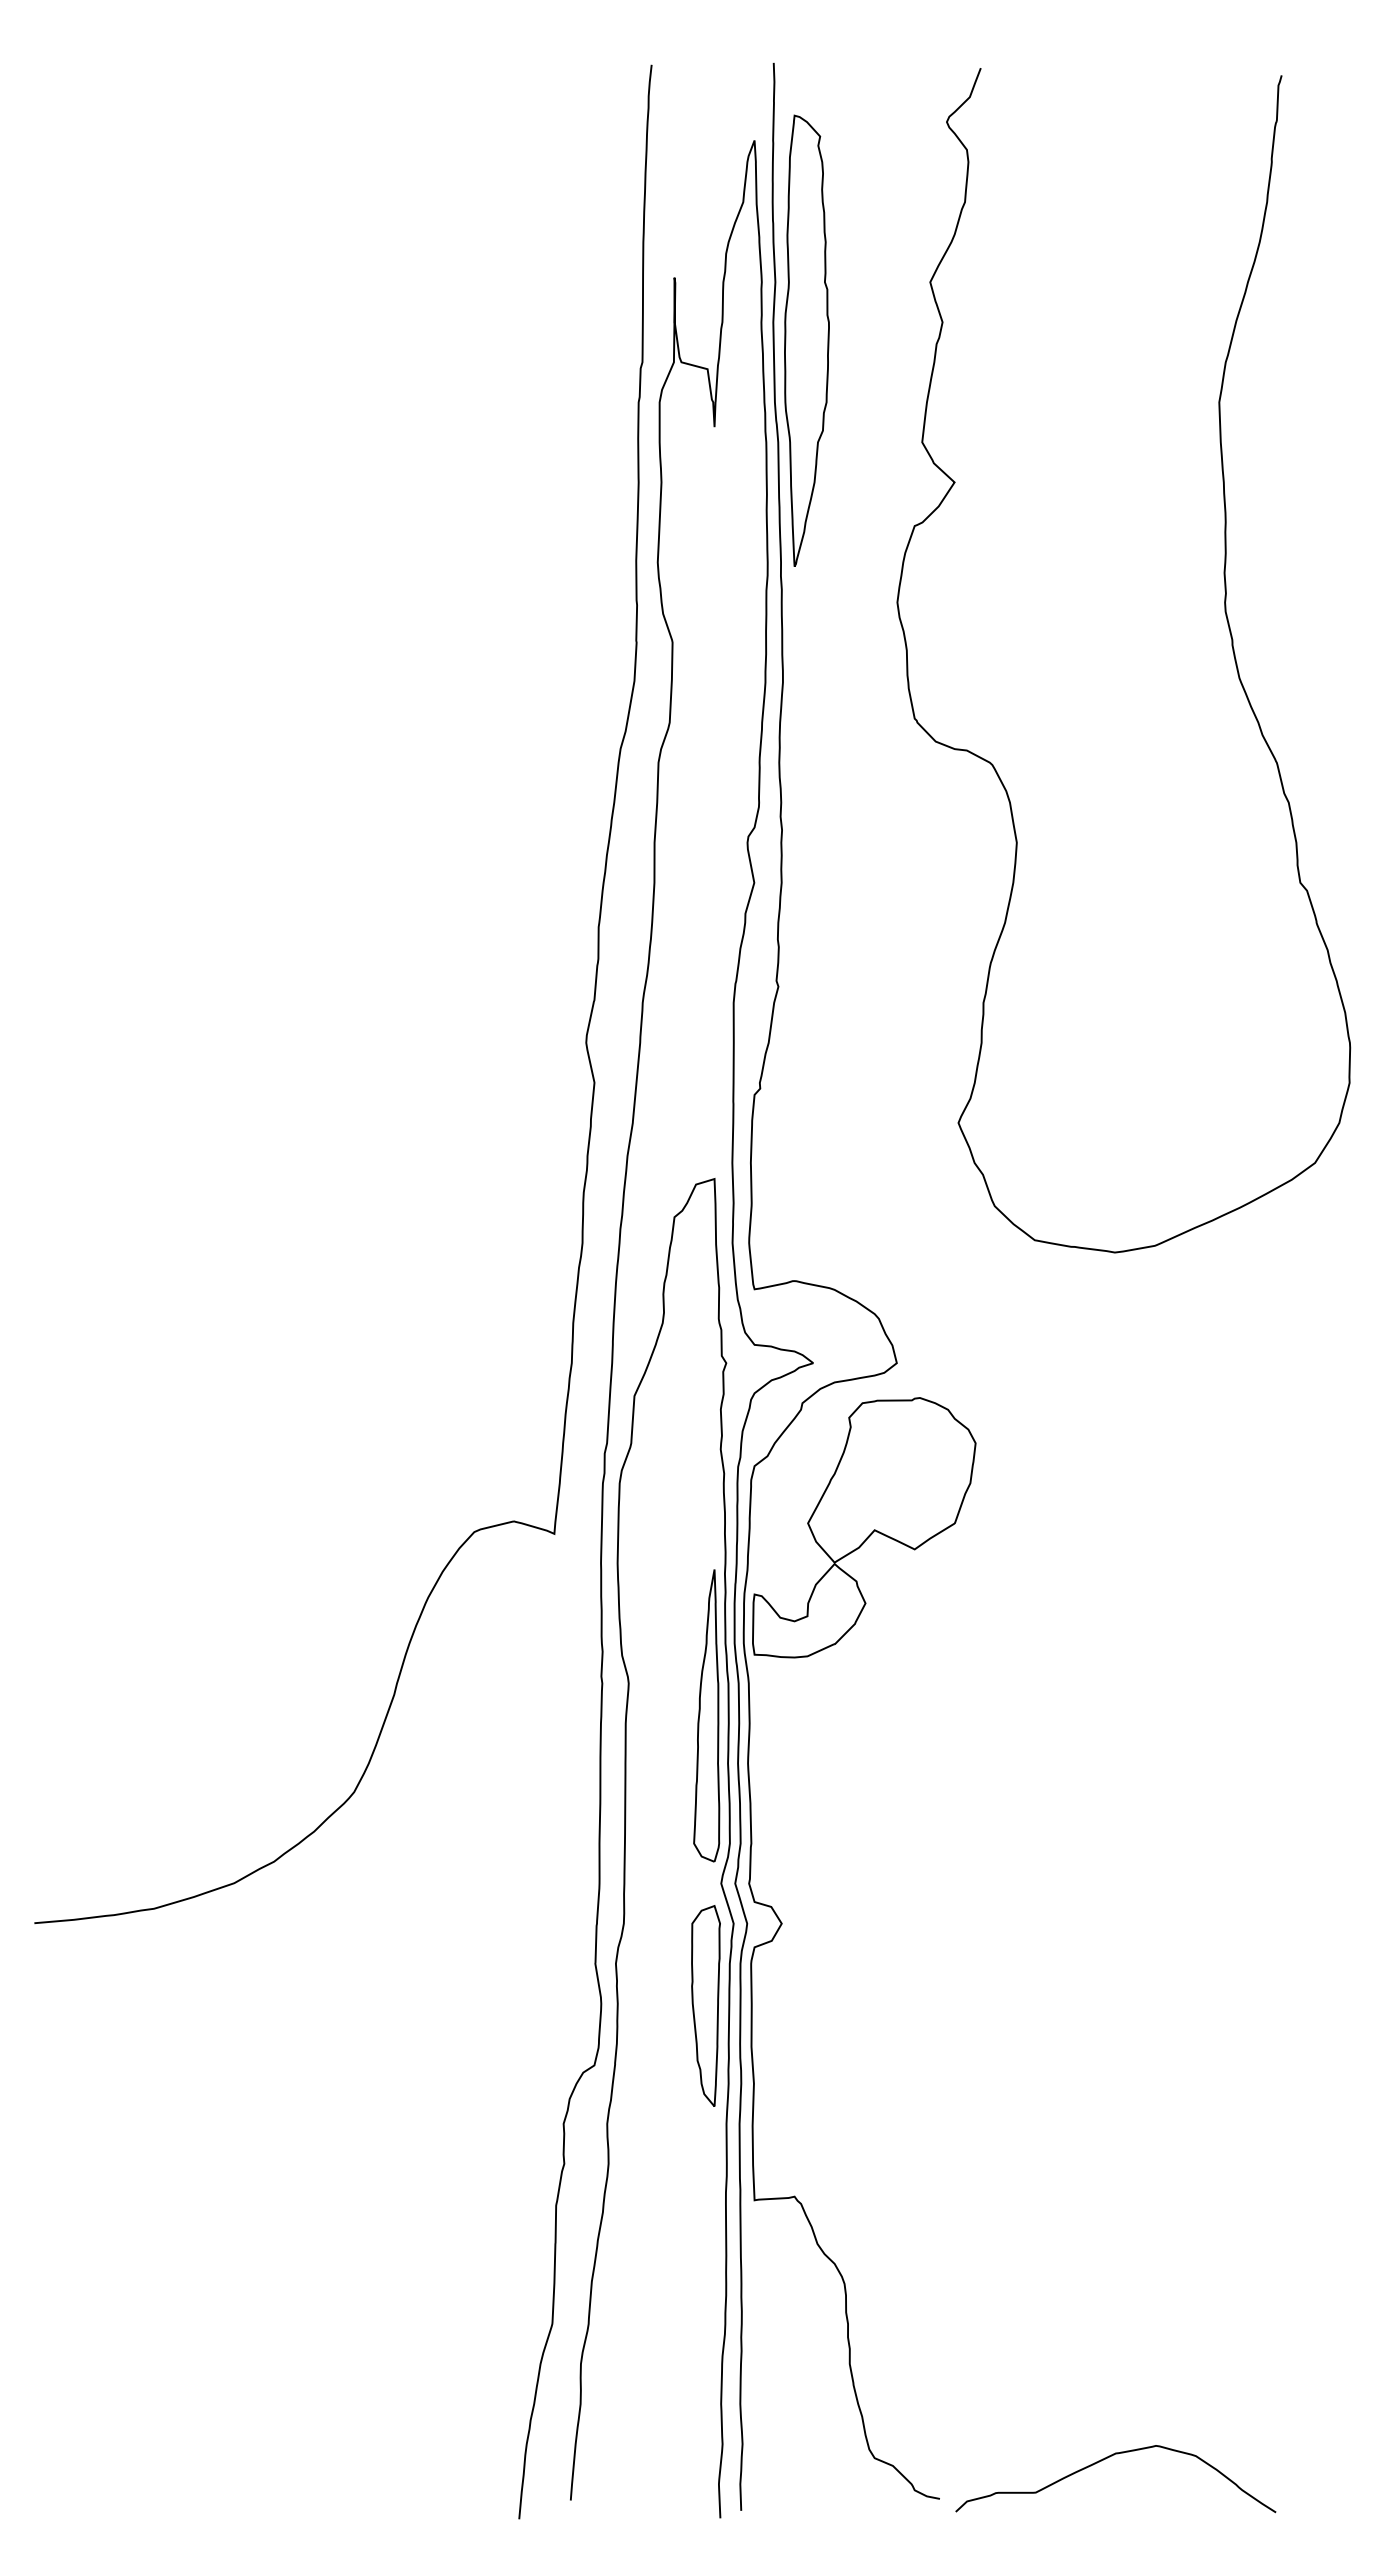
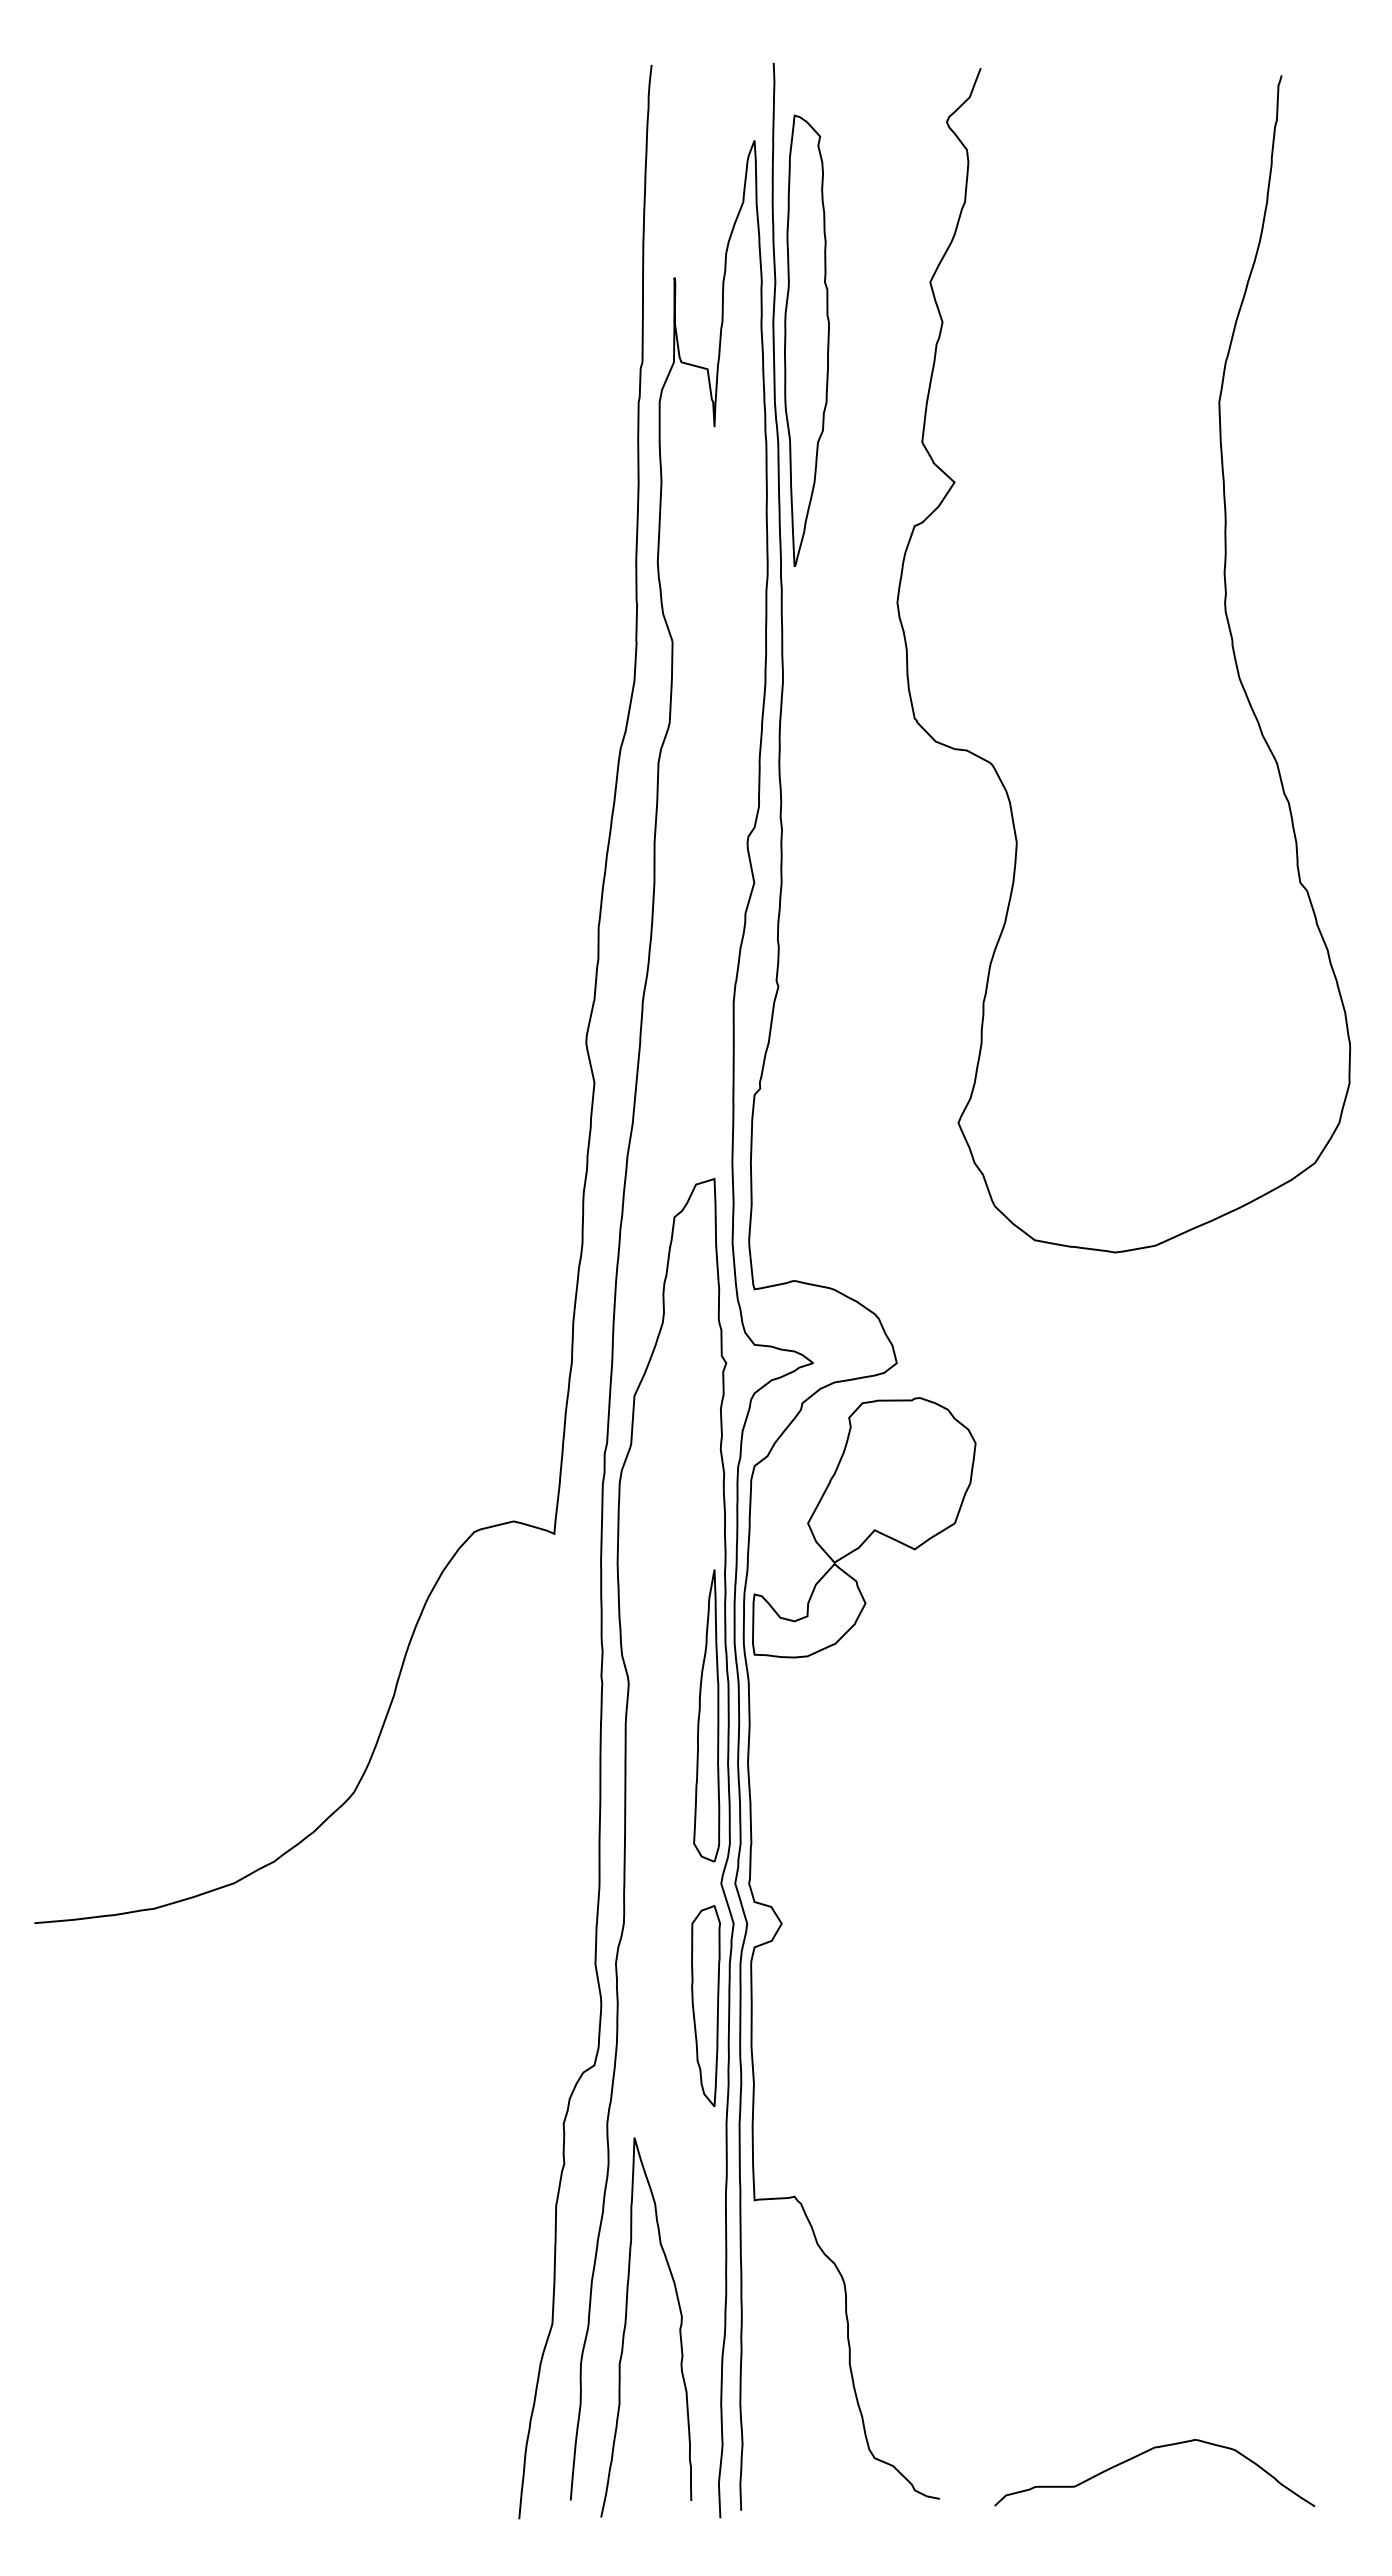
curve at (626, 2325): none -> present
curve at (1105, 2459) position: (1105, 2459) -> (1144, 2453)
